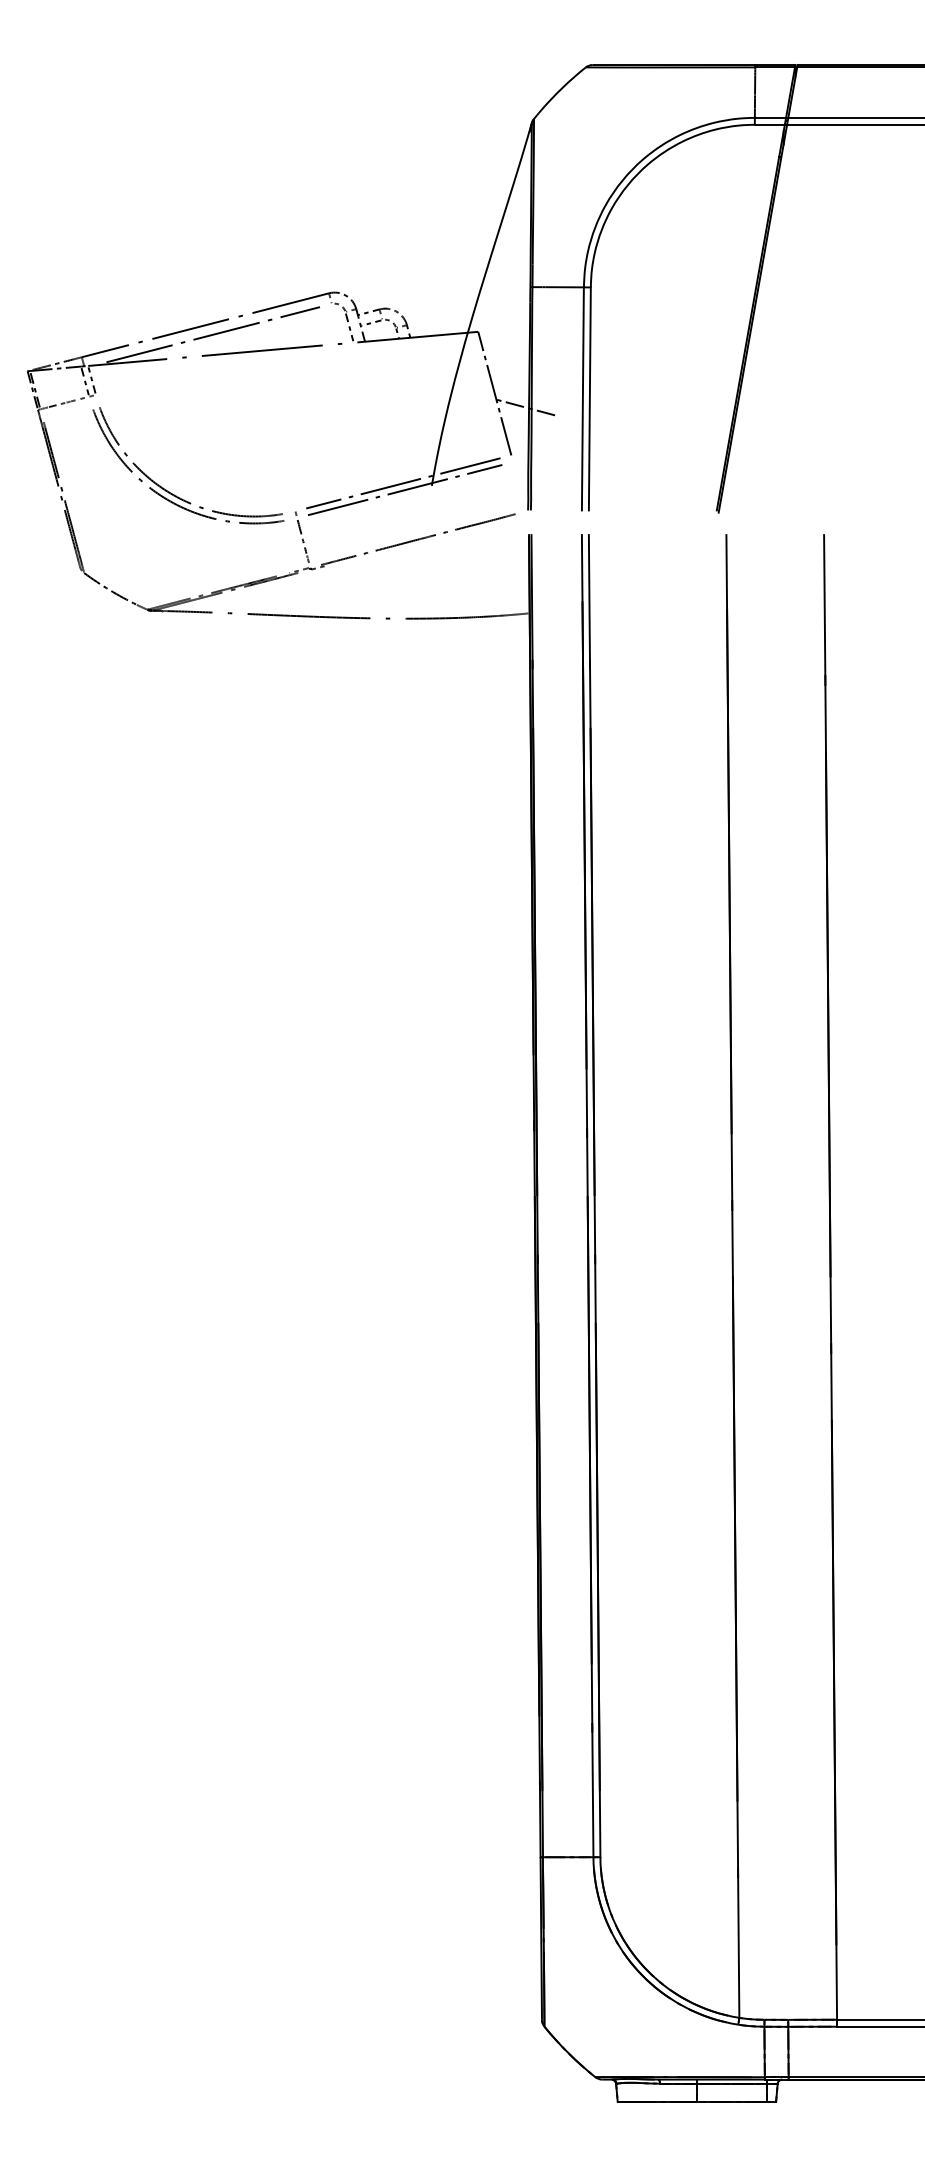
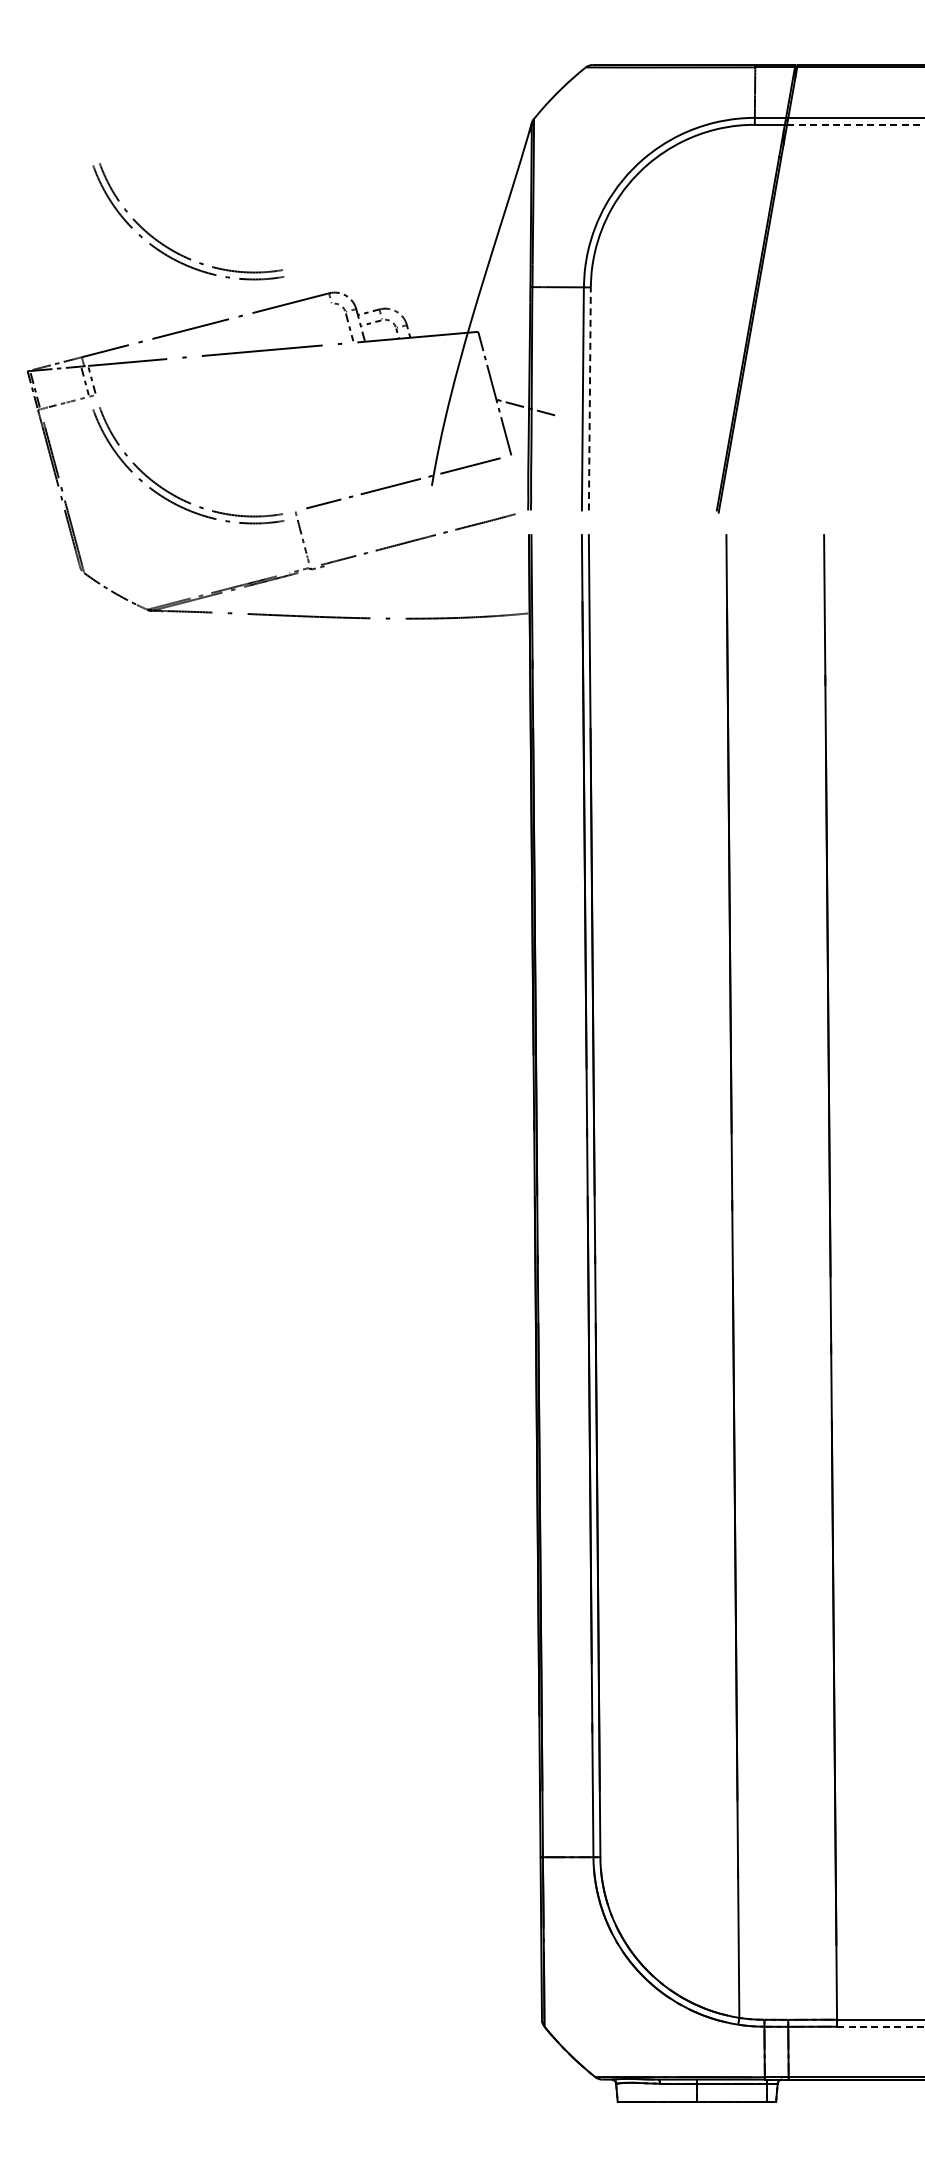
line at (856, 124): solid -> dashed
part at (171, 248): none -> present
line at (213, 334): present -> none
line at (589, 398): solid -> dashed
line at (404, 489): present -> none
line at (881, 2026): solid -> dashed
